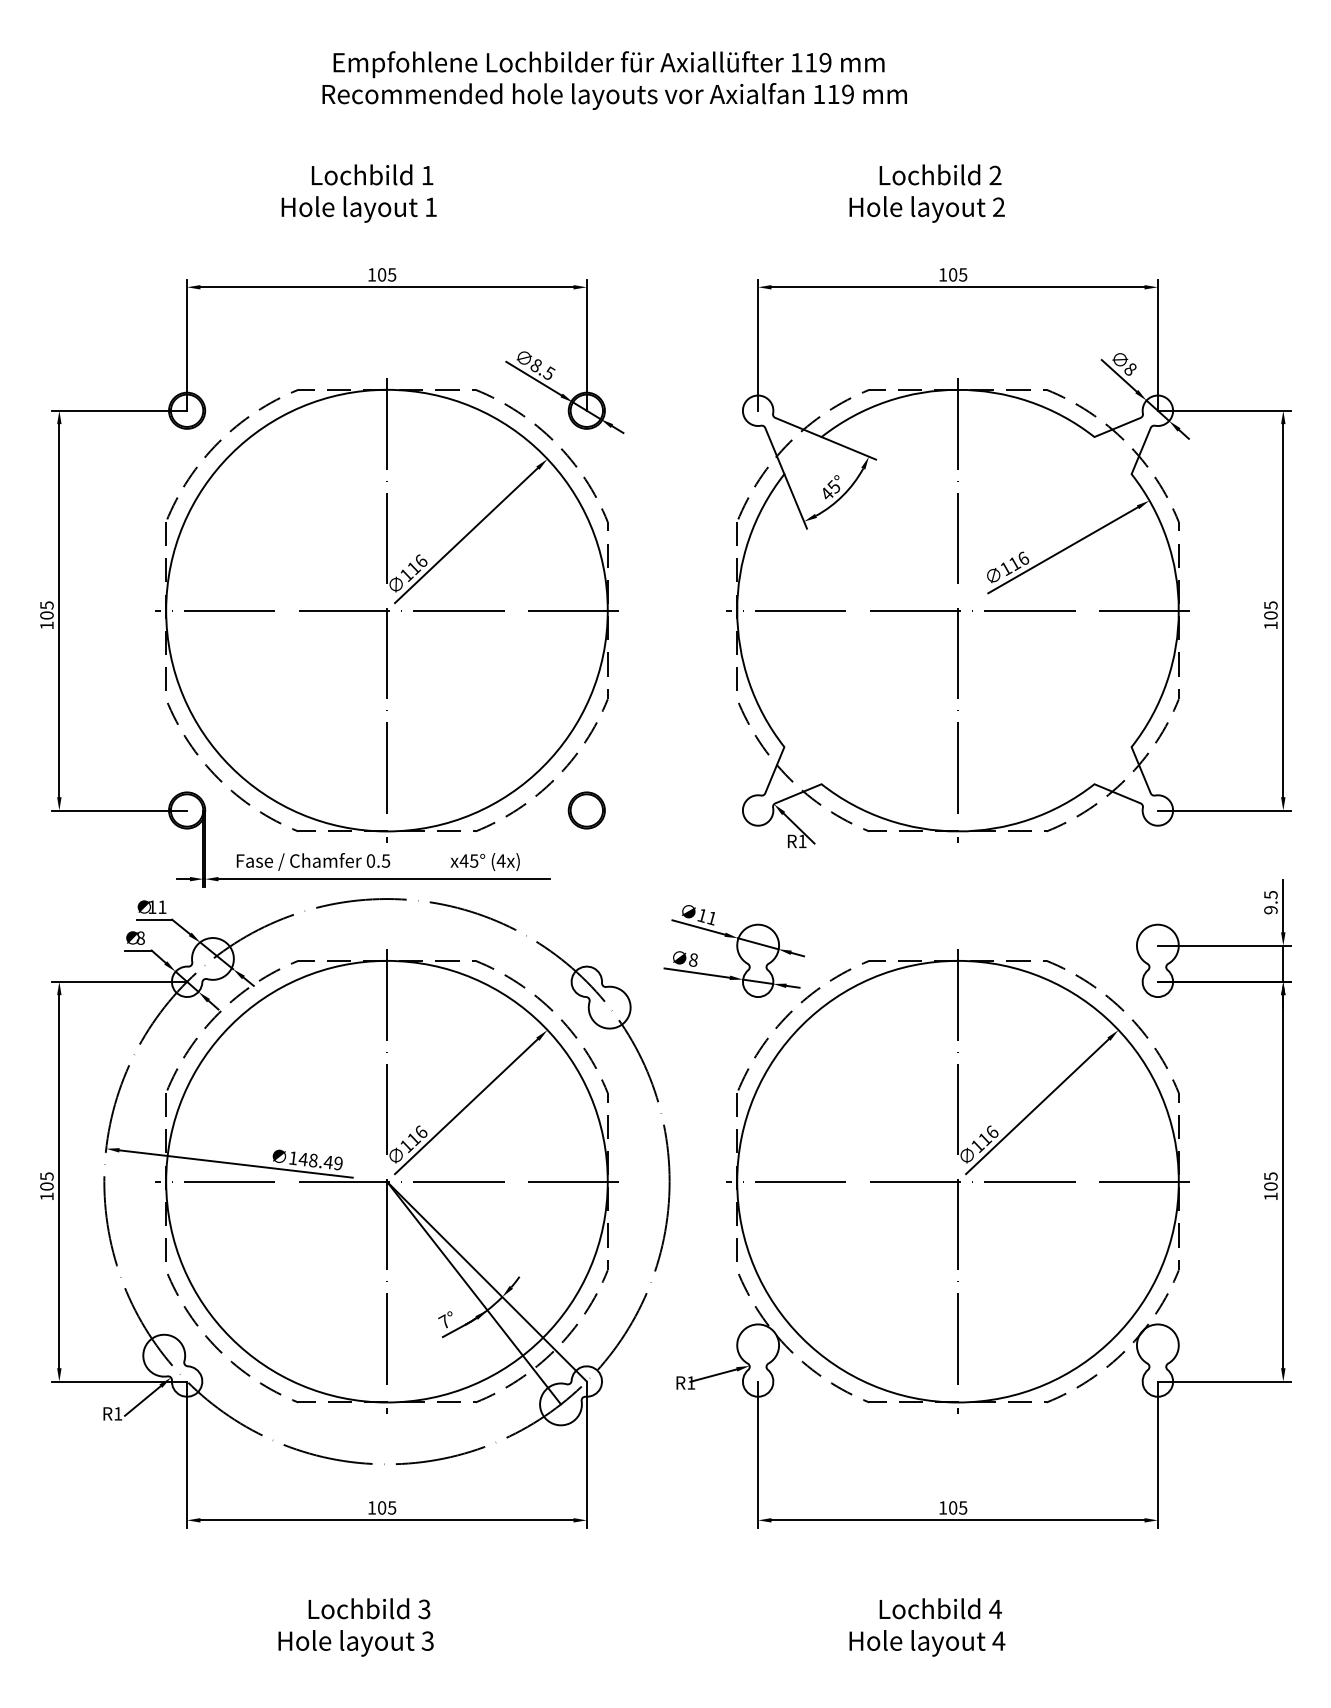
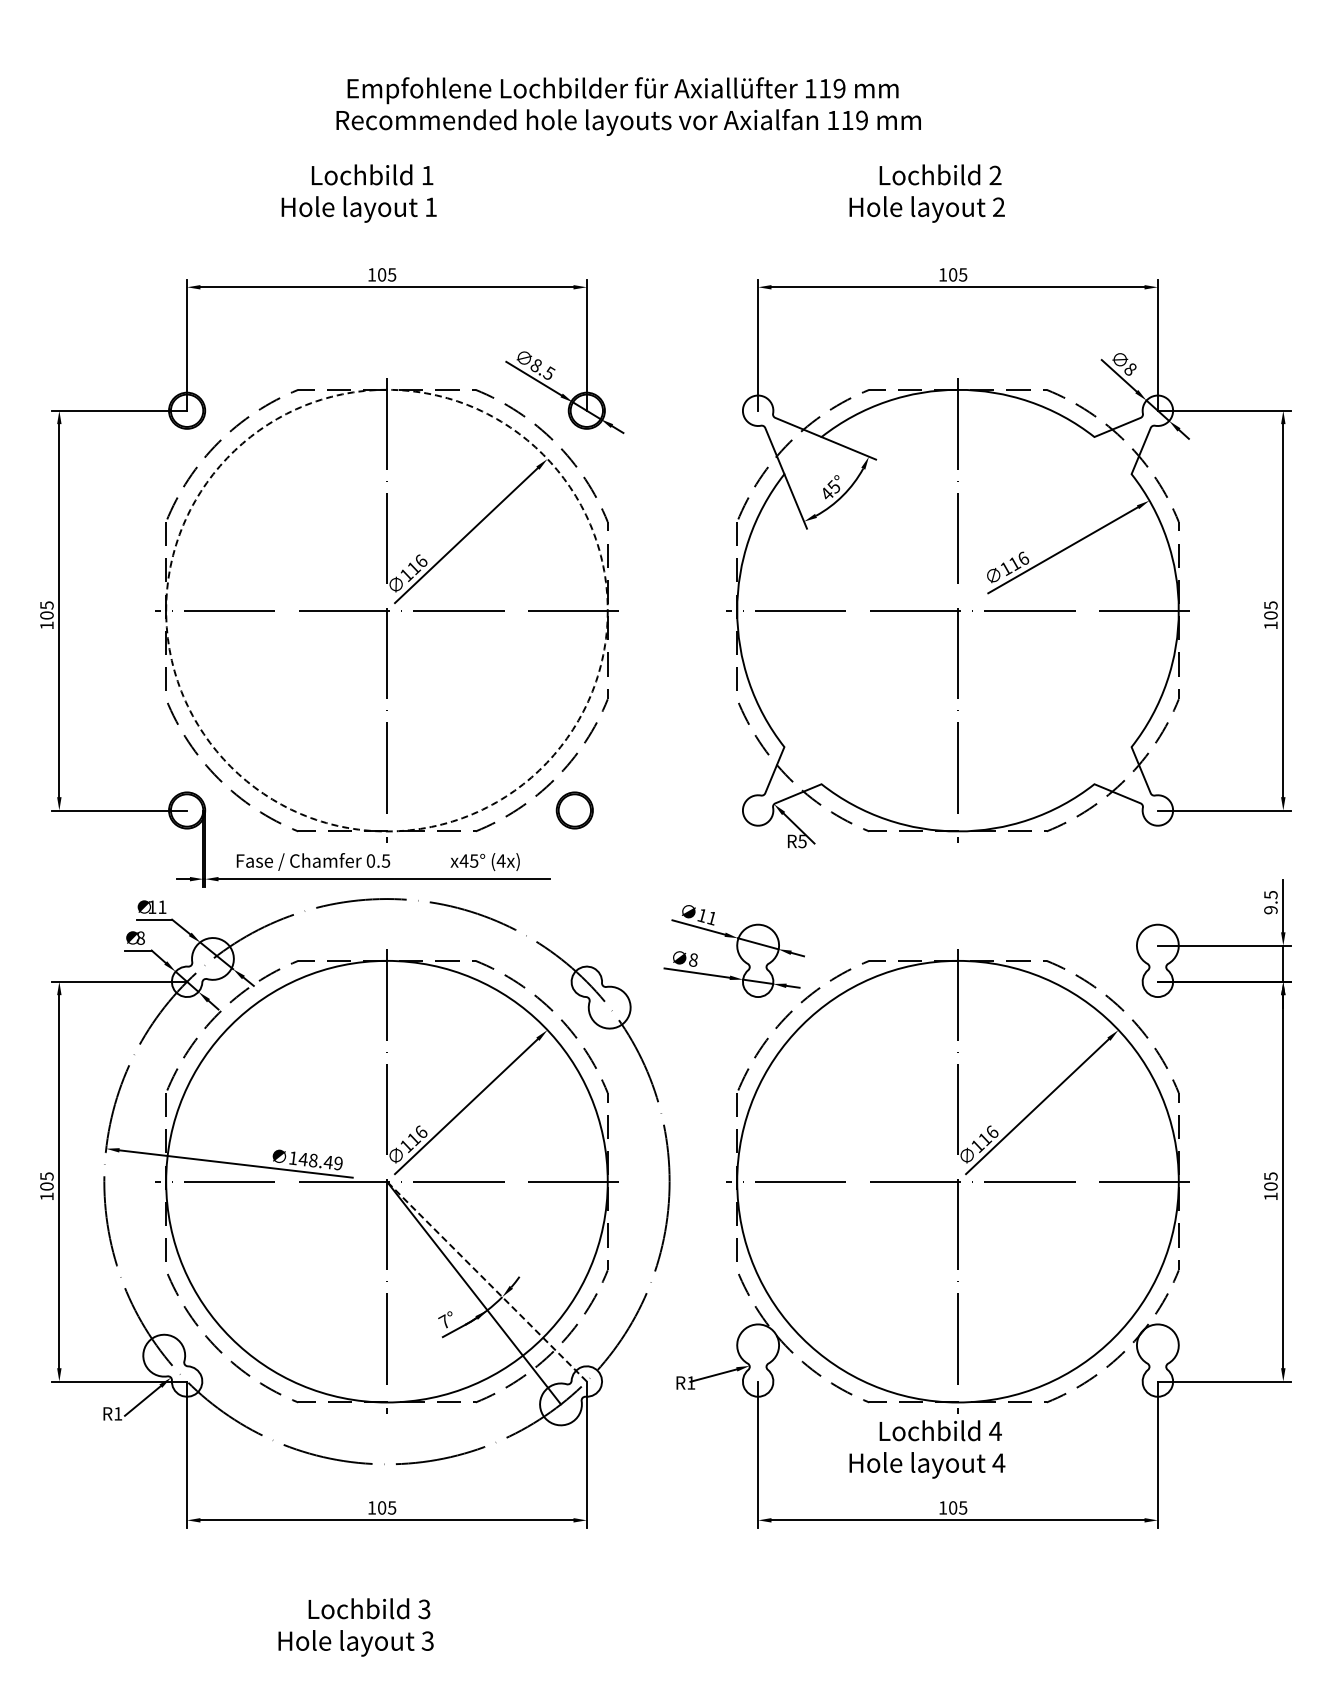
text at (614, 80) position: (614, 80) -> (628, 106)
circle at (386, 610): solid -> dashed
part at (586, 810) position: (586, 810) -> (574, 810)
text at (802, 841): R1 -> R5
line at (486, 1281): solid -> dashed
text at (927, 1627) position: (927, 1627) -> (927, 1449)
